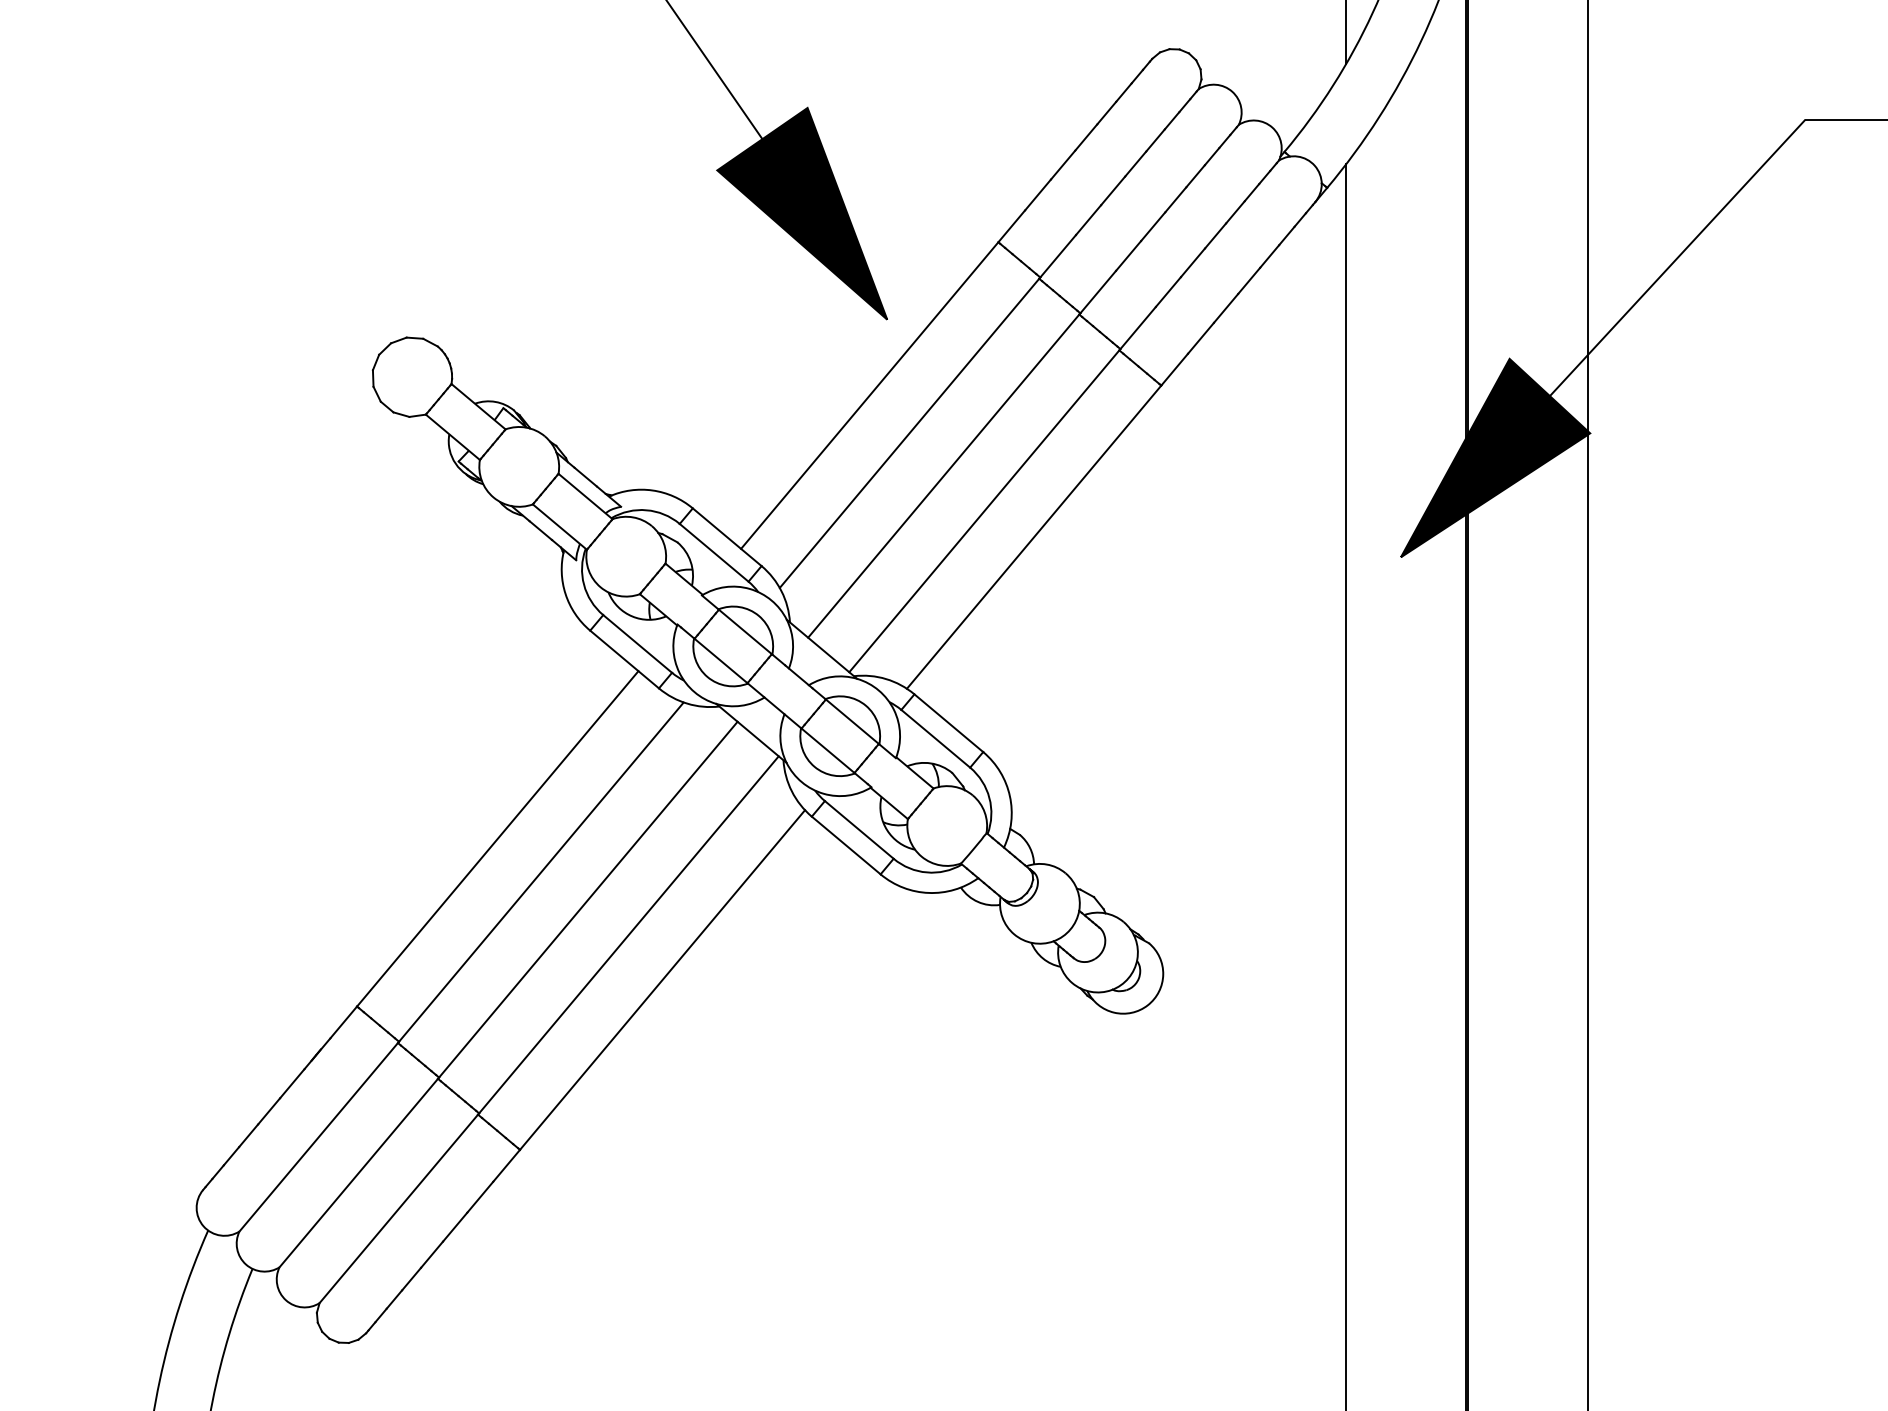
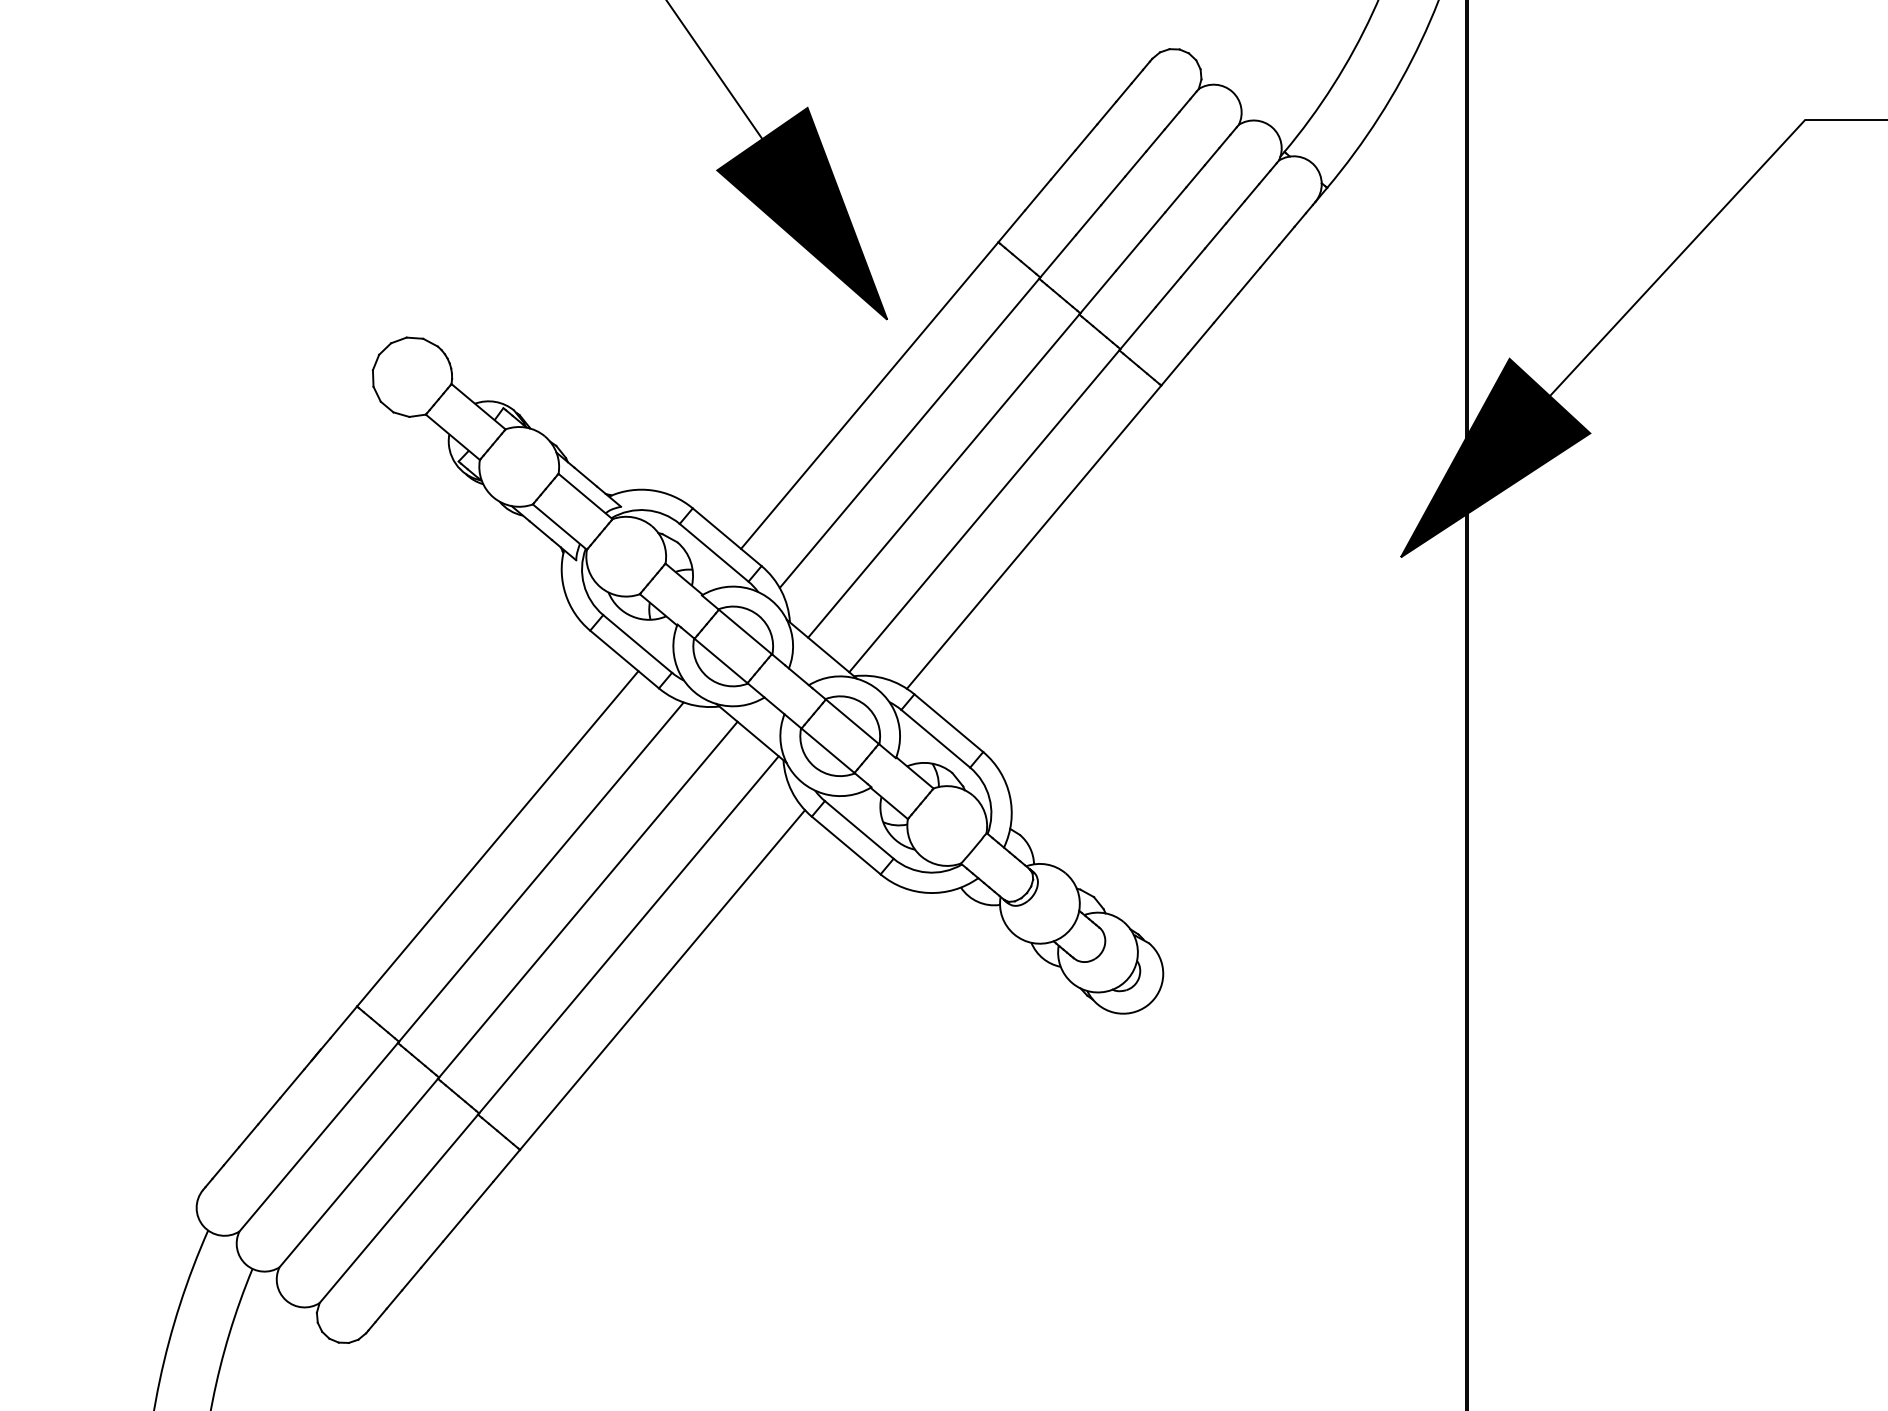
line at (1346, 32): present -> none
line at (1587, 704): present -> none
line at (1346, 785): present -> none
